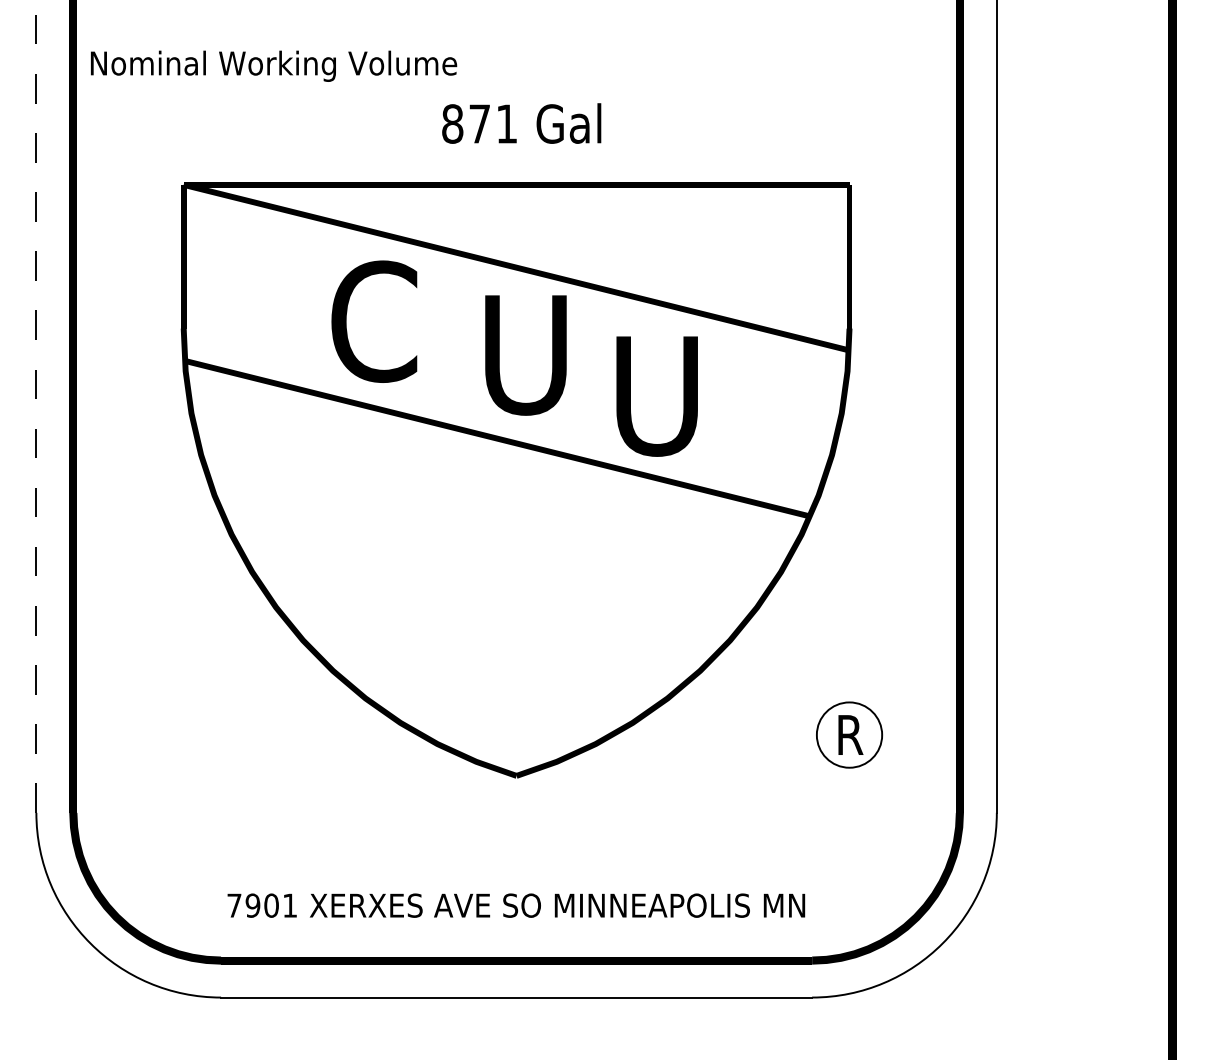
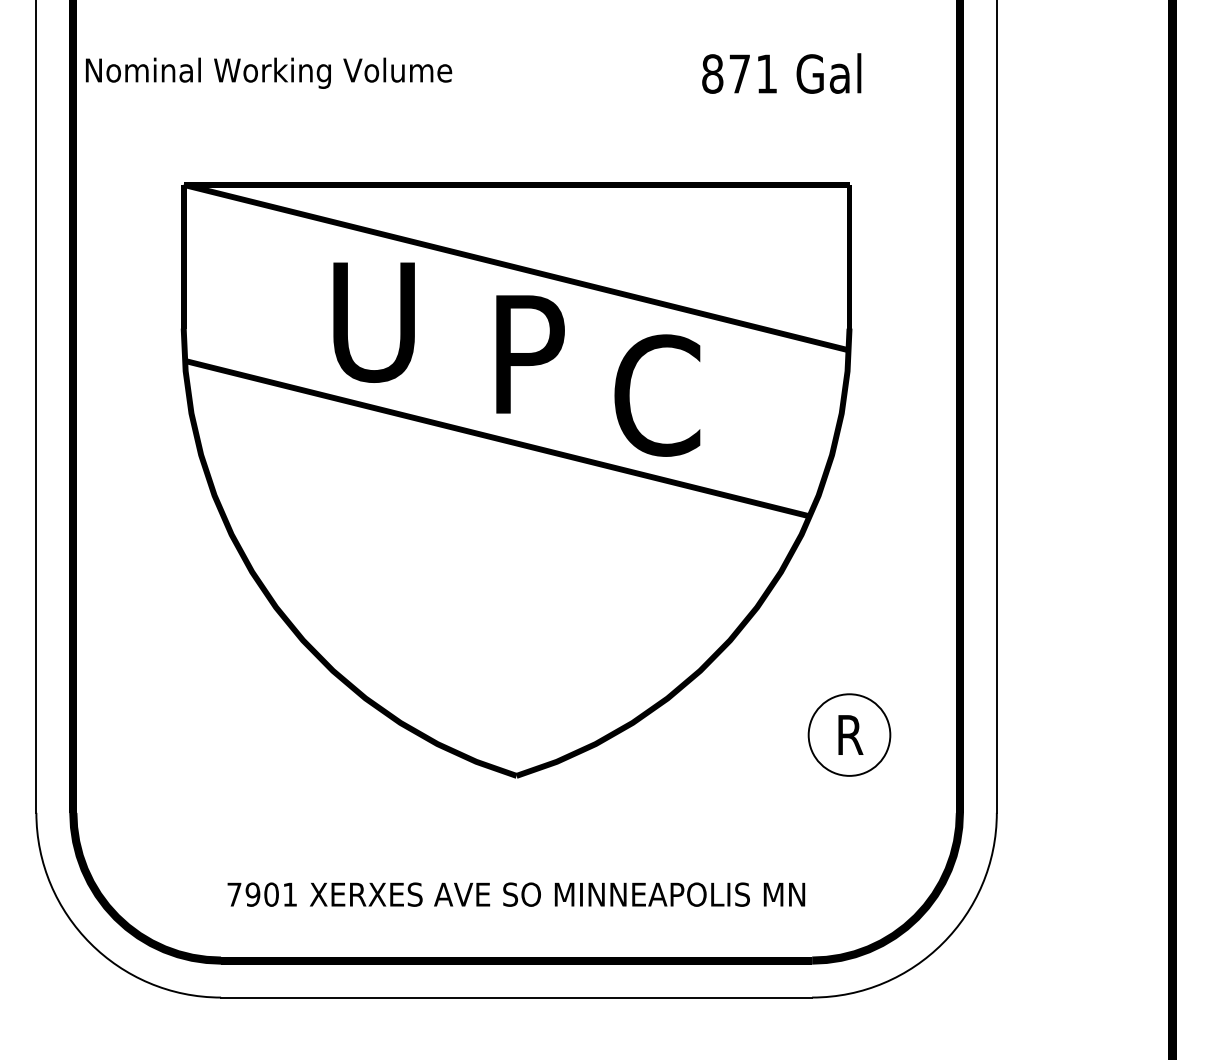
text at (274, 65) position: (274, 65) -> (269, 72)
text at (521, 123) position: (521, 123) -> (781, 73)
text at (374, 321): C -> U
text at (525, 355): U -> P
text at (657, 395): U -> C
line at (36, 405): dashed -> solid
circle at (849, 734) diameter: 65 px -> 82 px
text at (516, 905) position: (516, 905) -> (516, 894)
